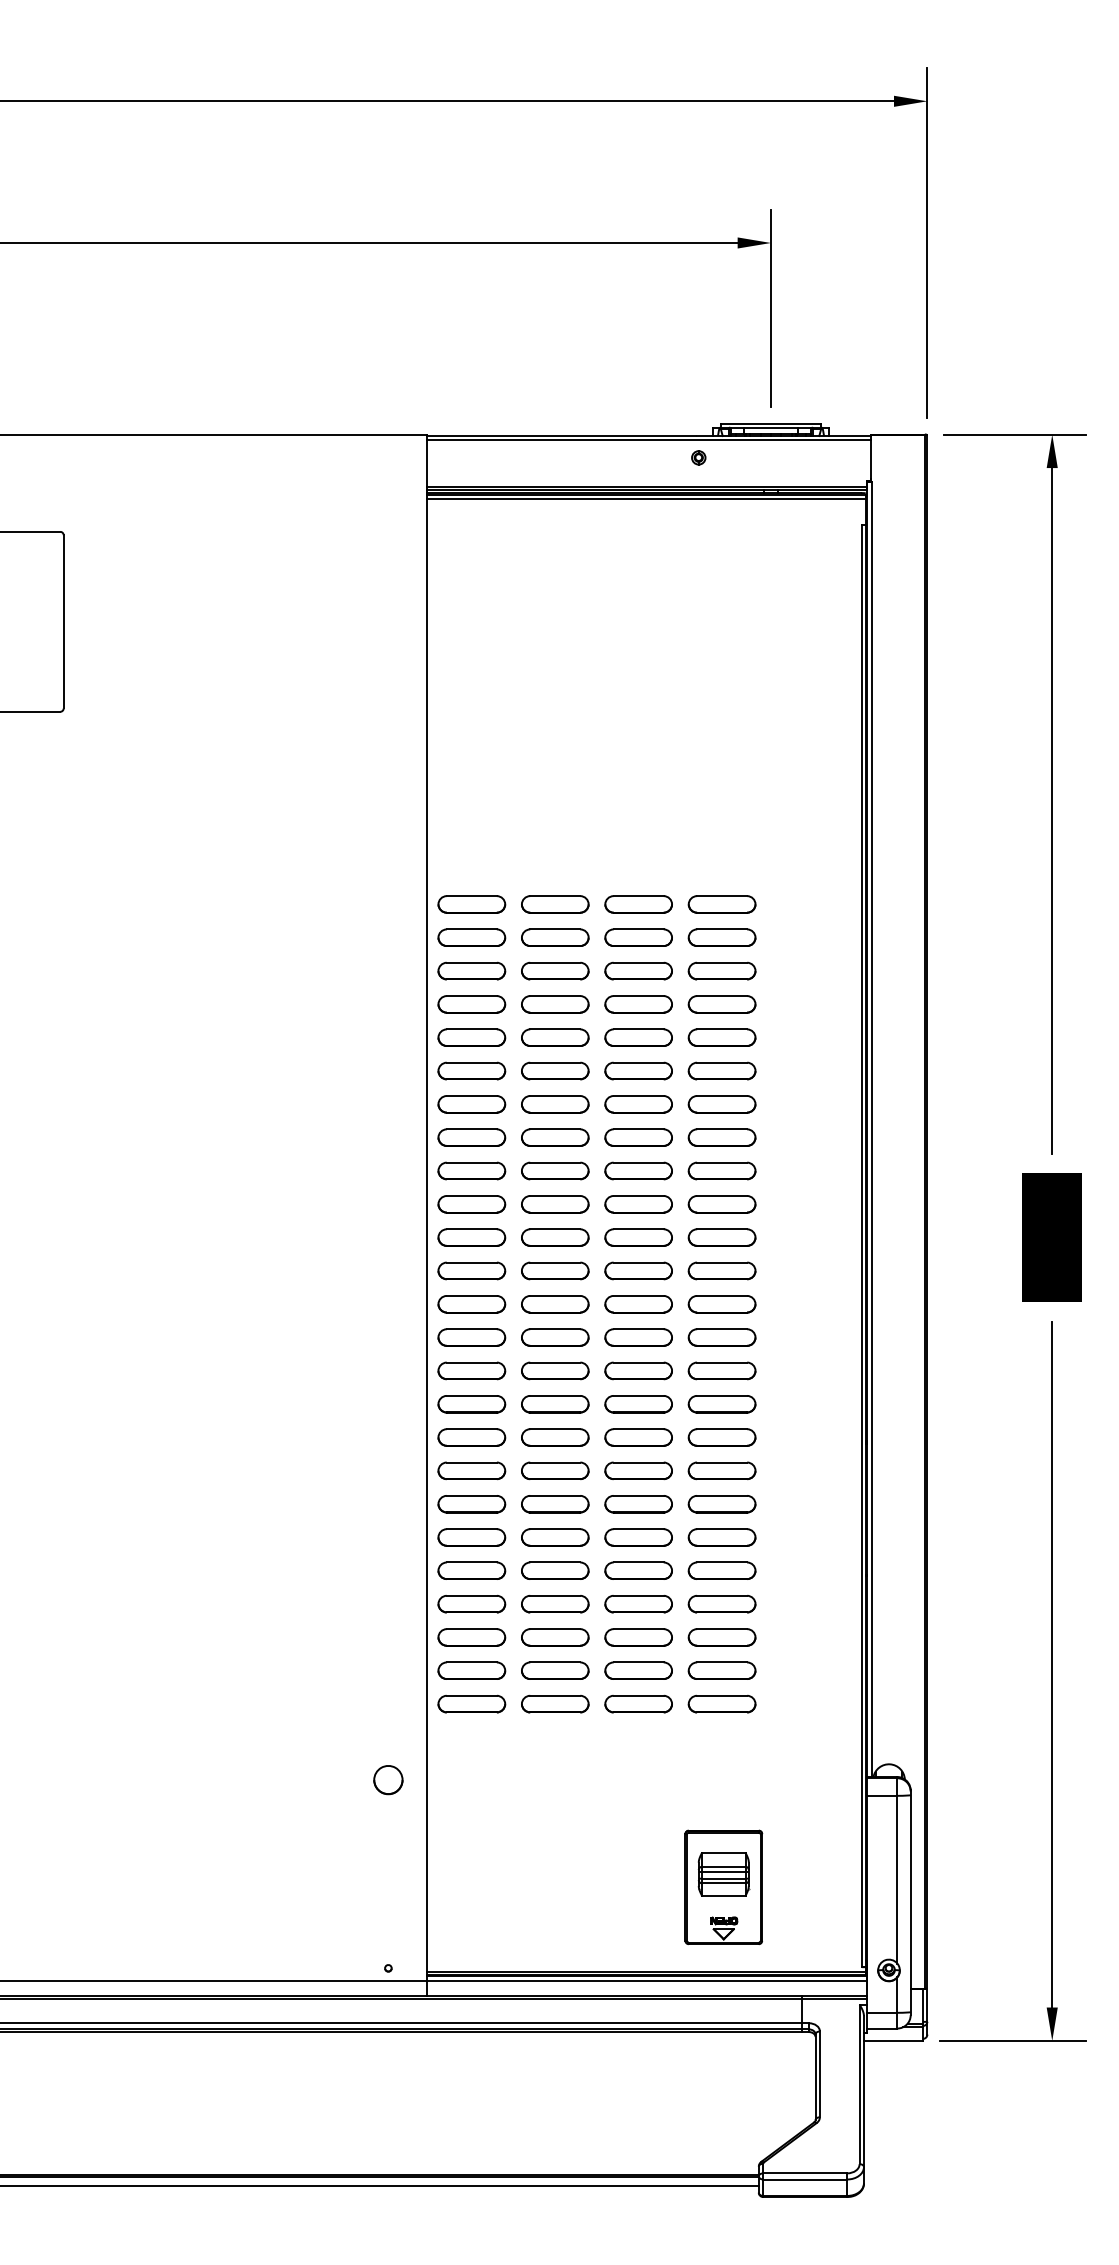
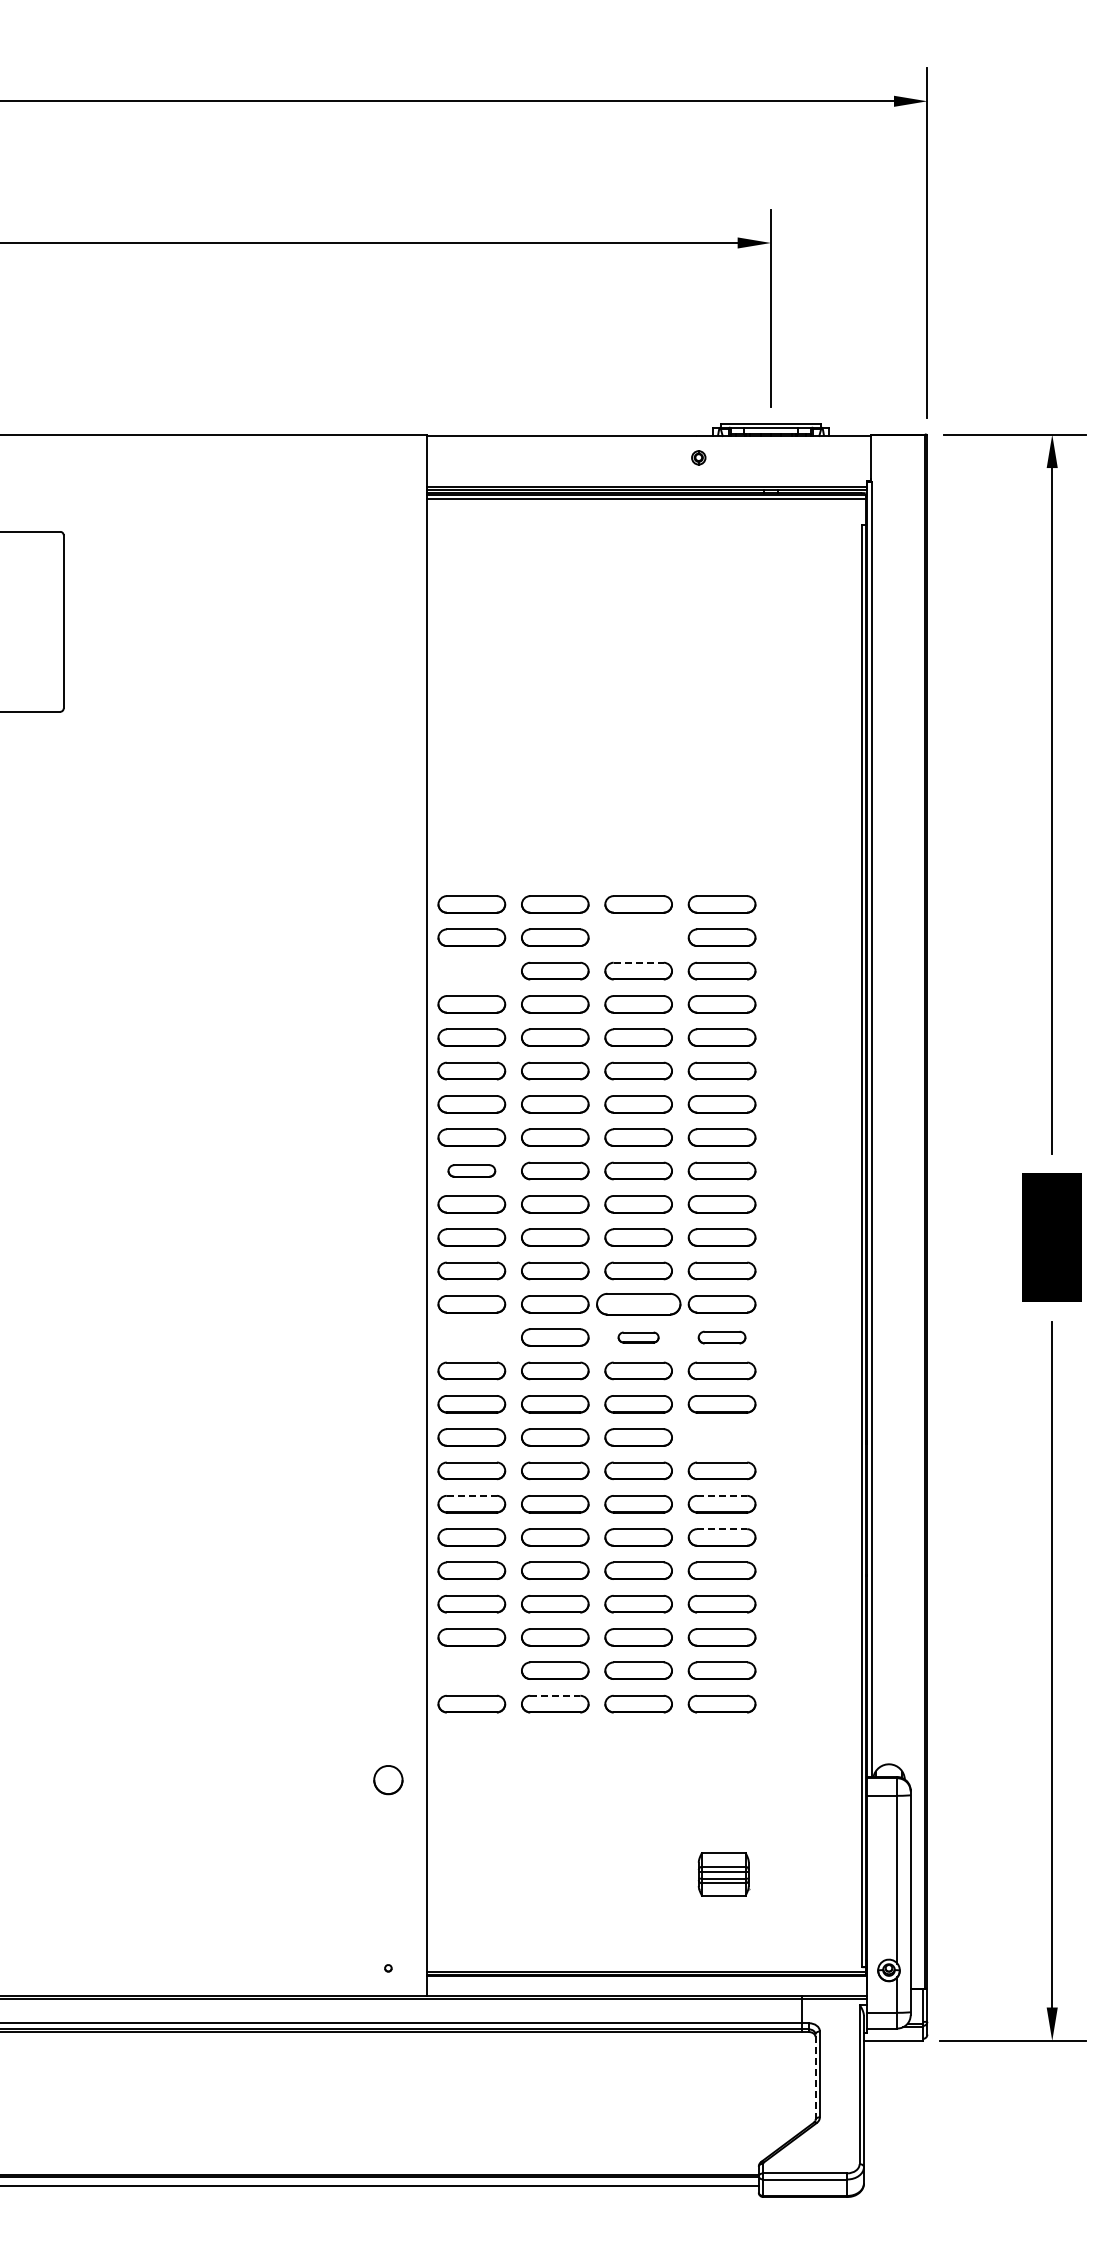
line at (648, 439): present -> none
part at (638, 937): present -> none
line at (639, 962): solid -> dashed
part at (471, 970): present -> none
part at (471, 1170) size: 70x20 px -> 50x14 px
part at (638, 1304) size: 69x19 px -> 86x24 px
part at (471, 1337): present -> none
part at (638, 1337) size: 69x19 px -> 43x13 px
part at (721, 1337) size: 70x19 px -> 50x15 px
part at (721, 1437): present -> none
line at (472, 1495): solid -> dashed
line at (722, 1495): solid -> dashed
line at (722, 1529): solid -> dashed
part at (471, 1670): present -> none
line at (555, 1695): solid -> dashed
part at (723, 1886): present -> none
line at (434, 1980): present -> none
line at (815, 2077): solid -> dashed
